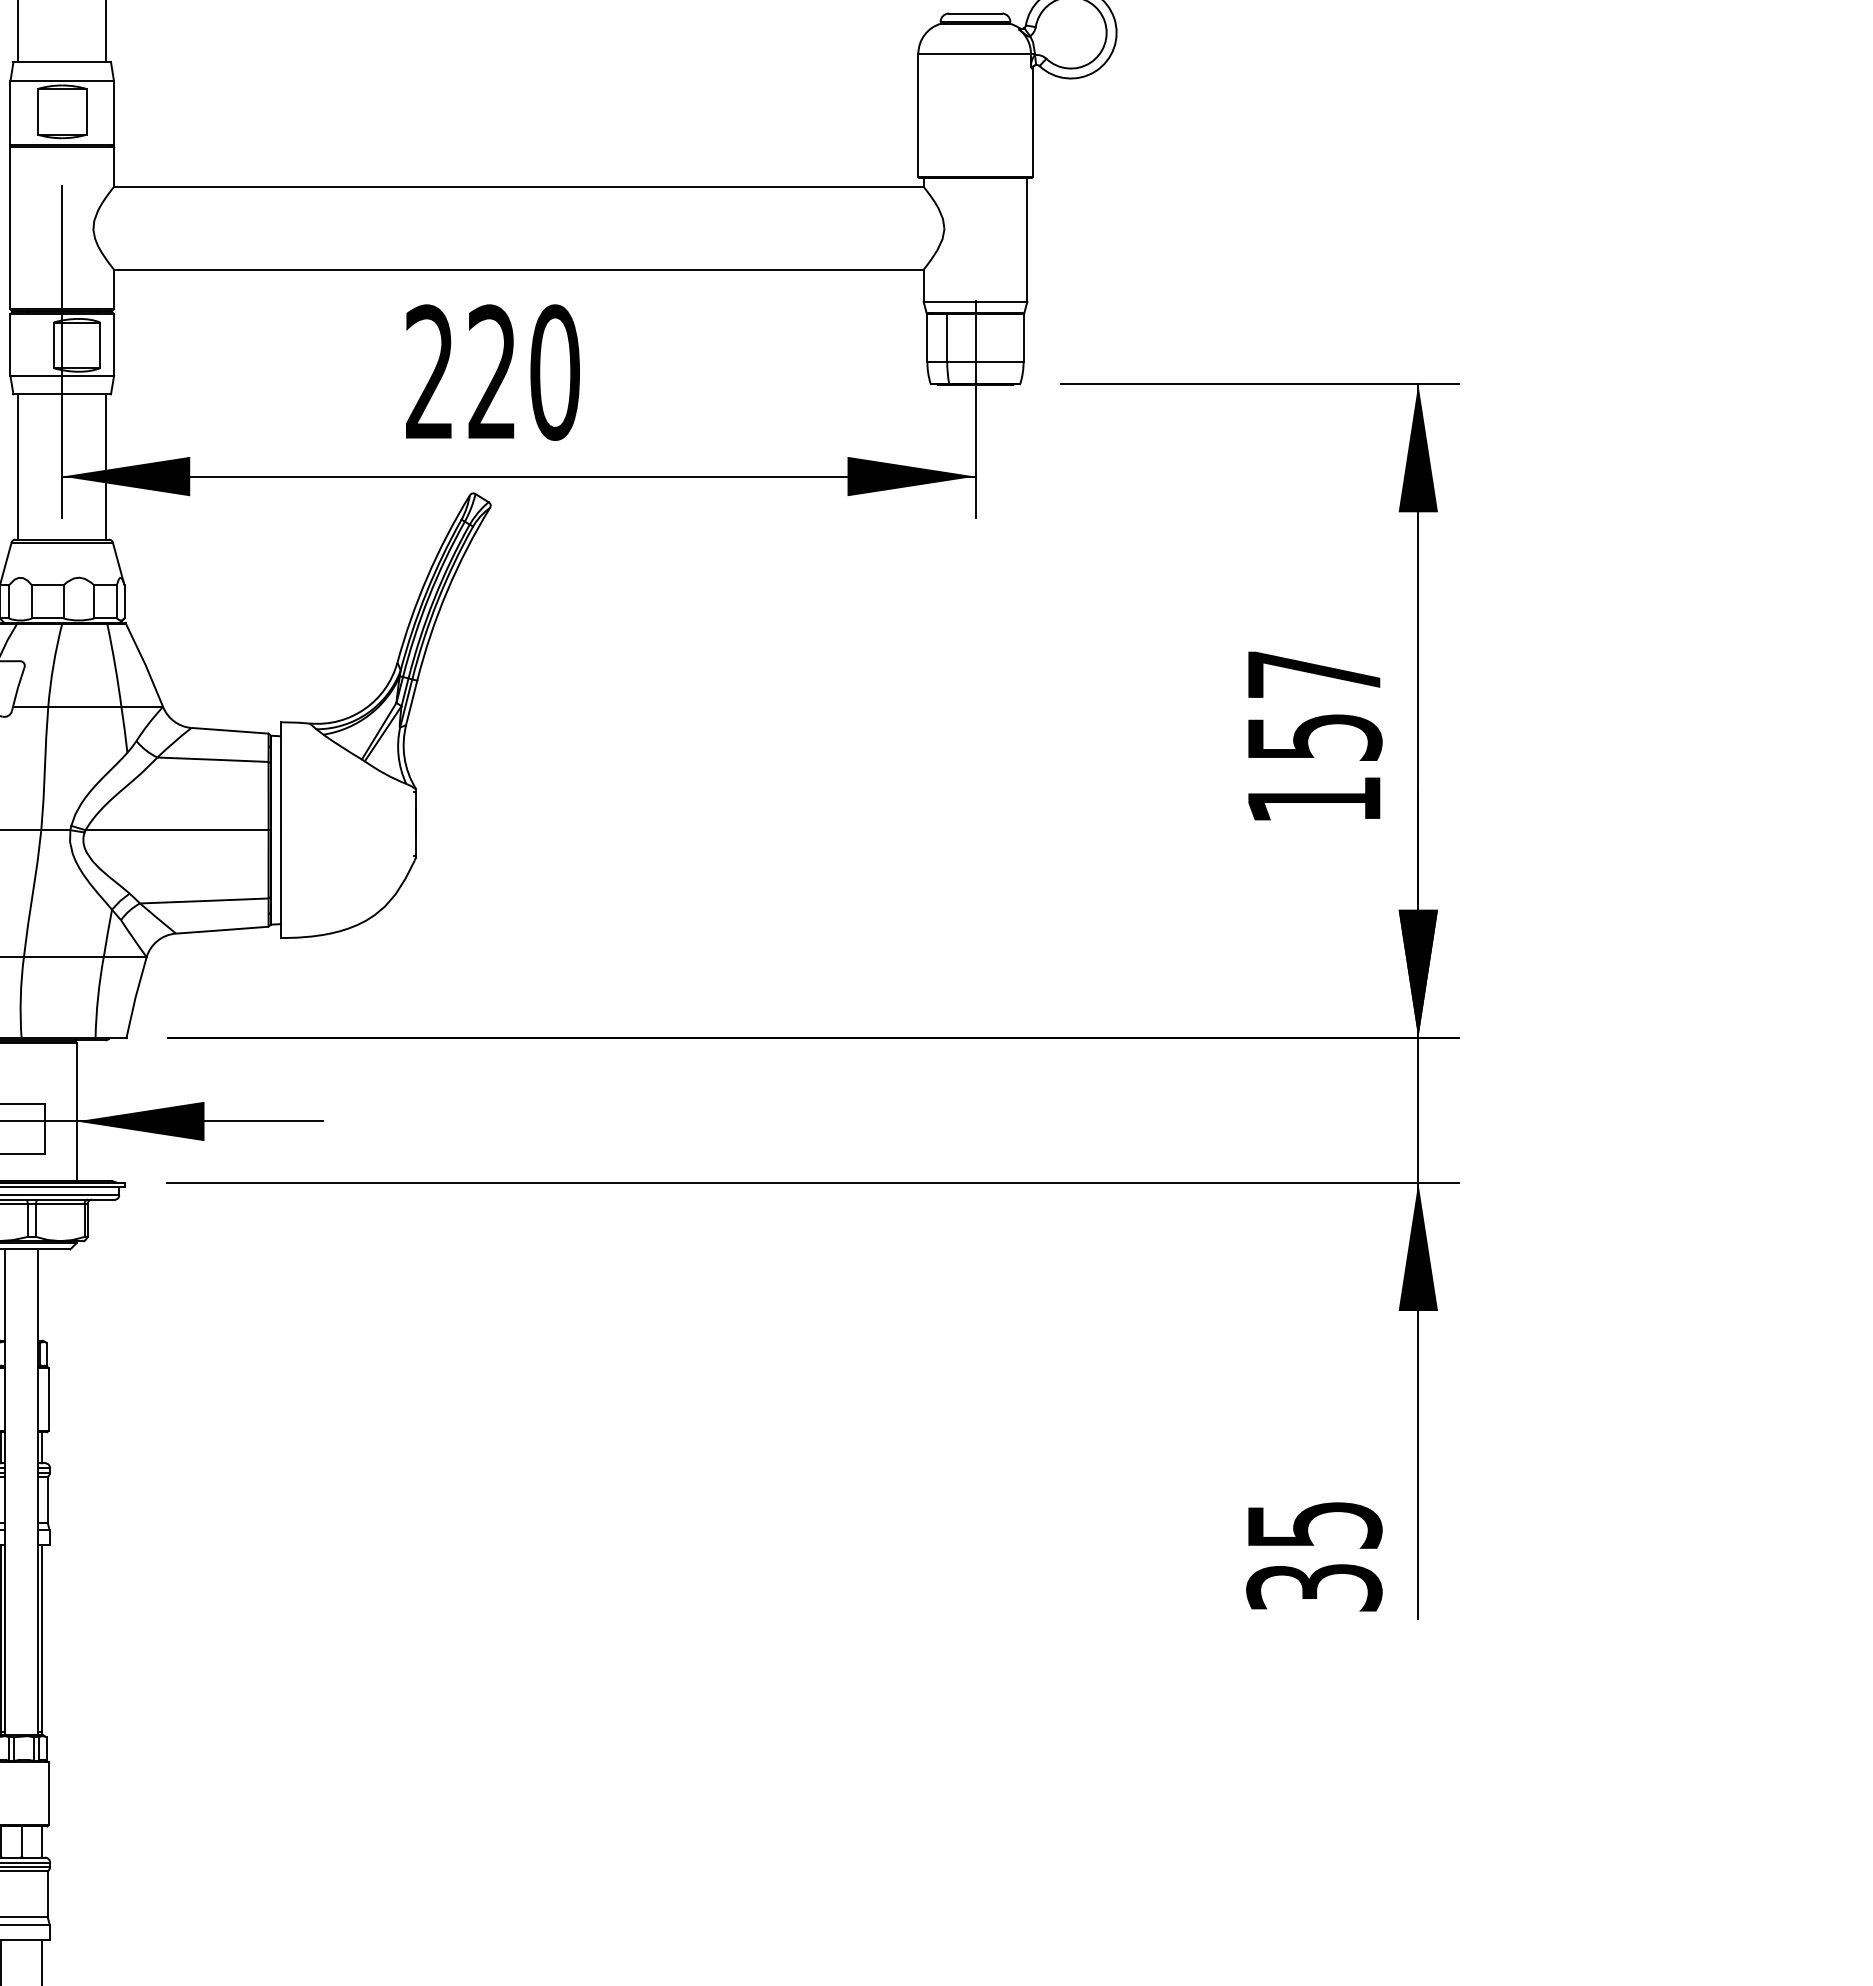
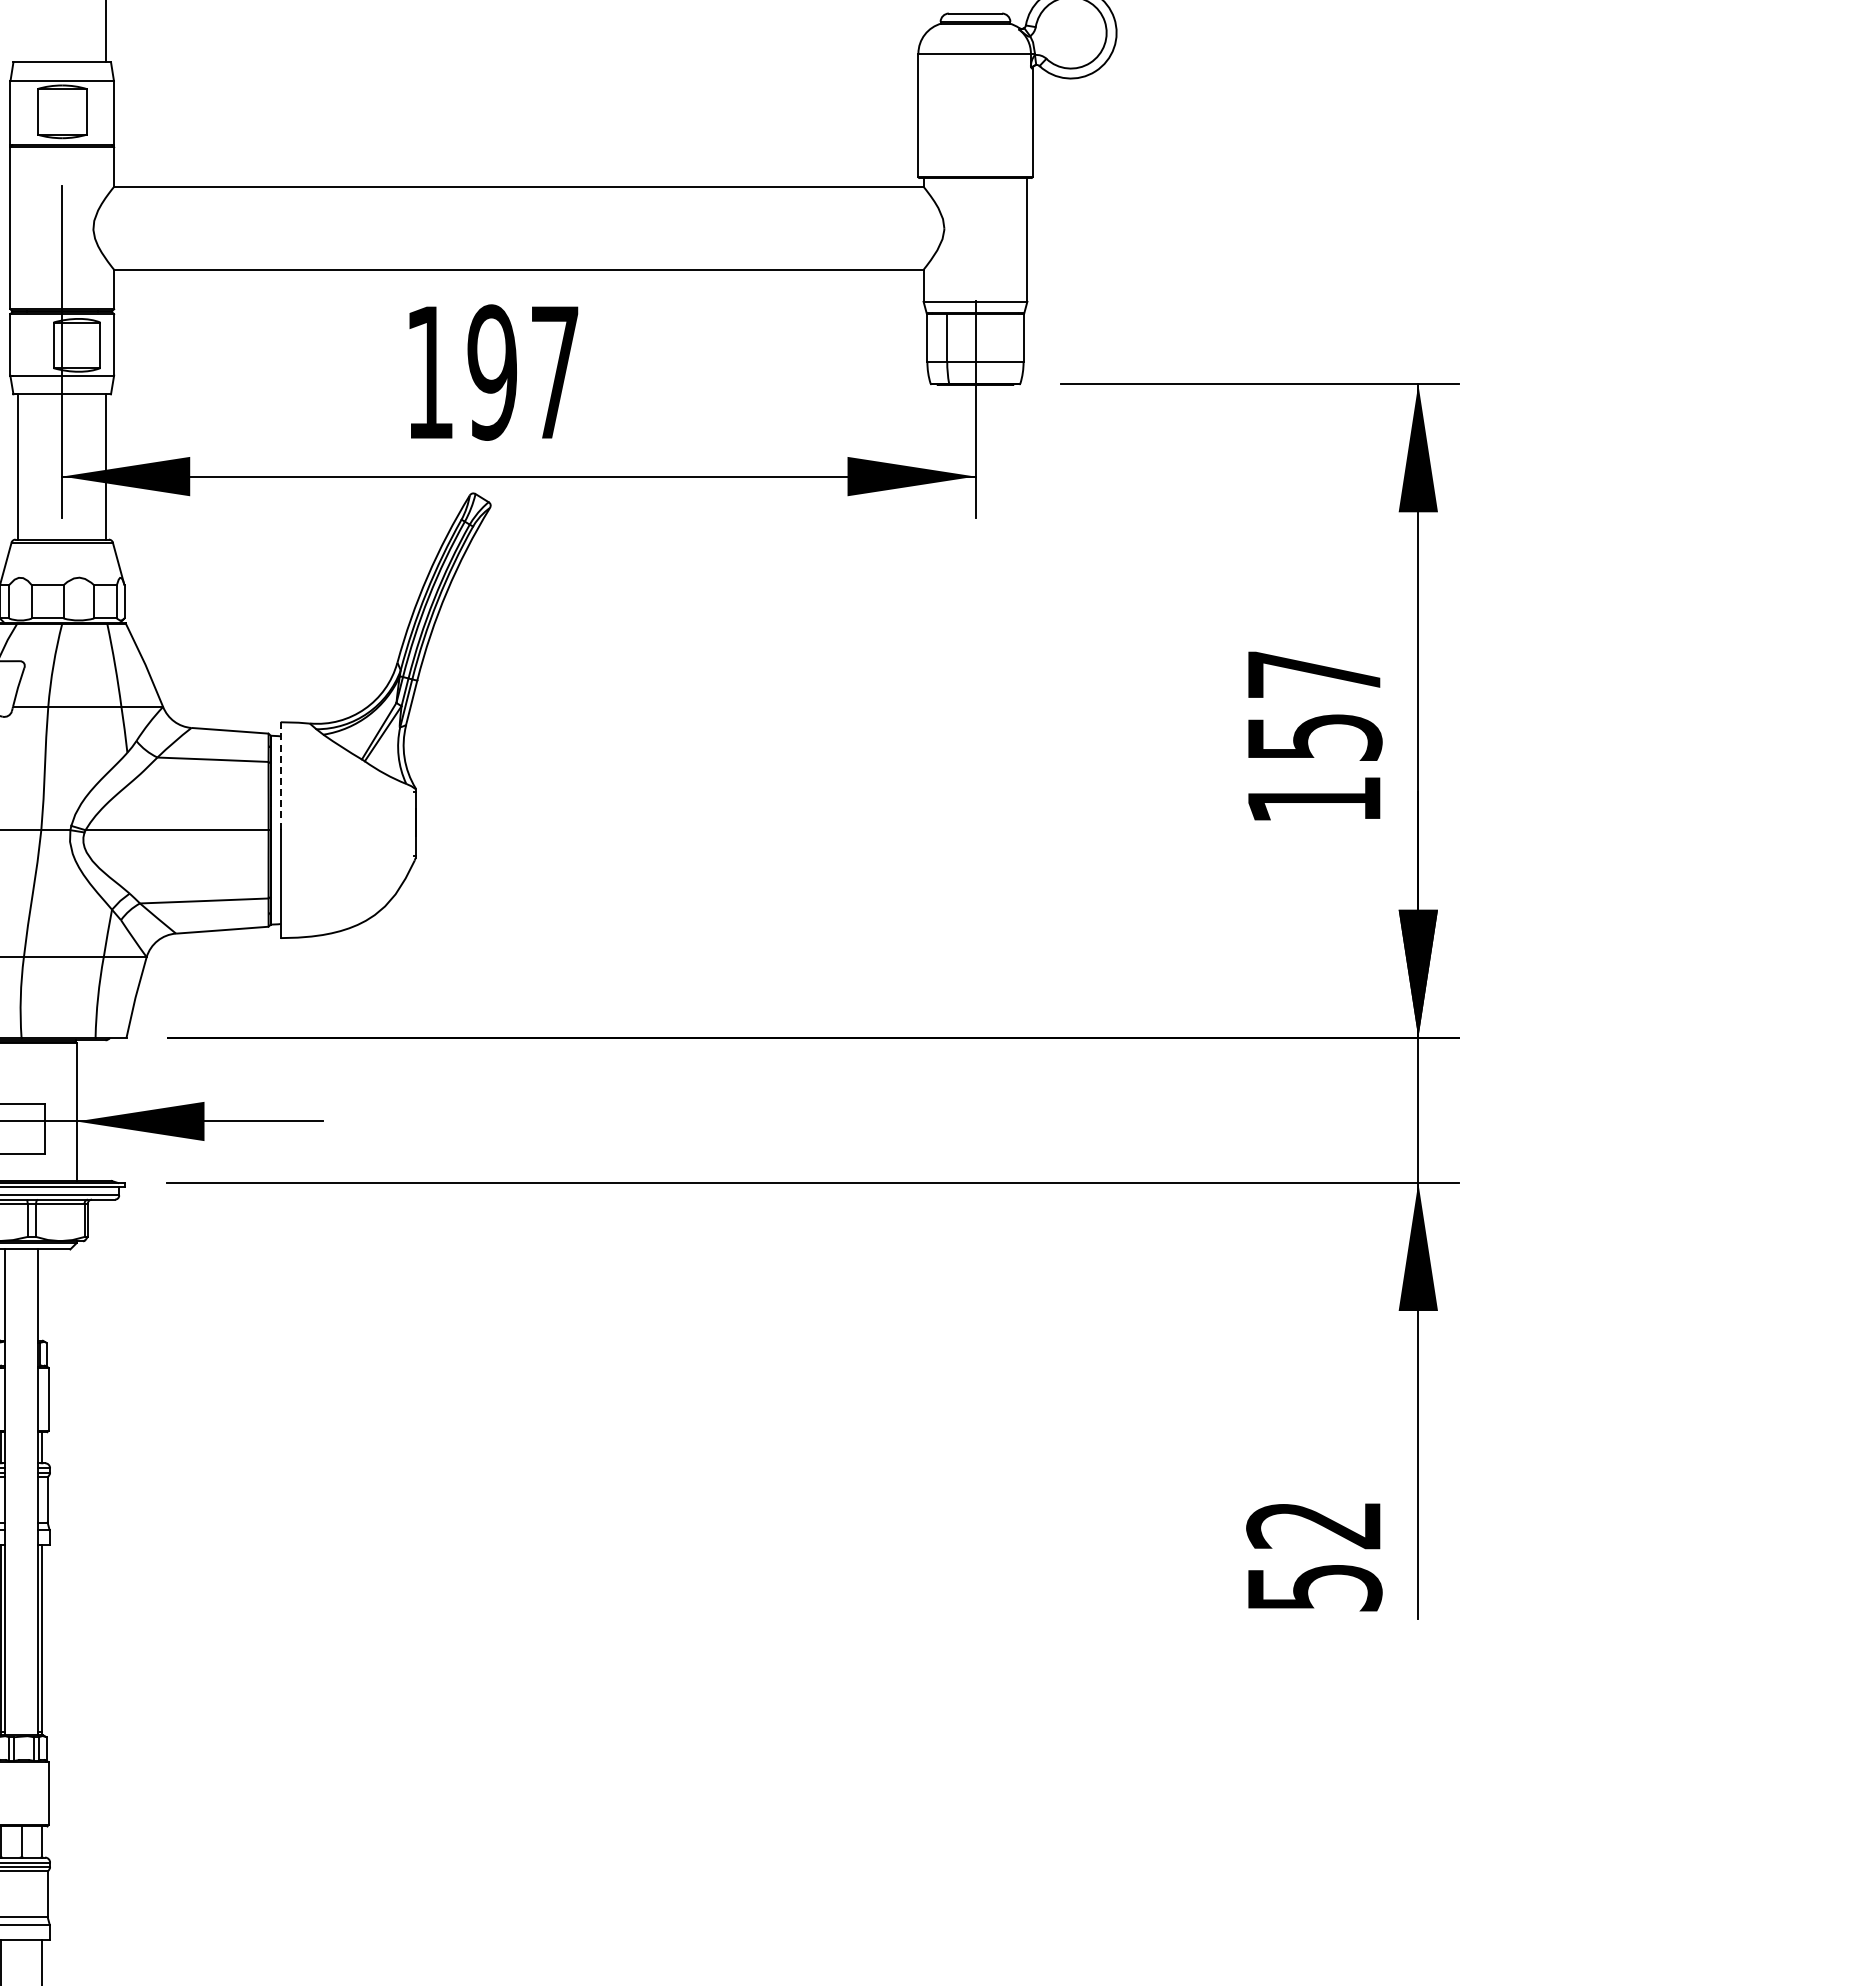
line at (18, 32): present -> none
text at (492, 372): 220 -> 197
line at (280, 776): solid -> dashed
text at (1314, 1556): 35 -> 52
